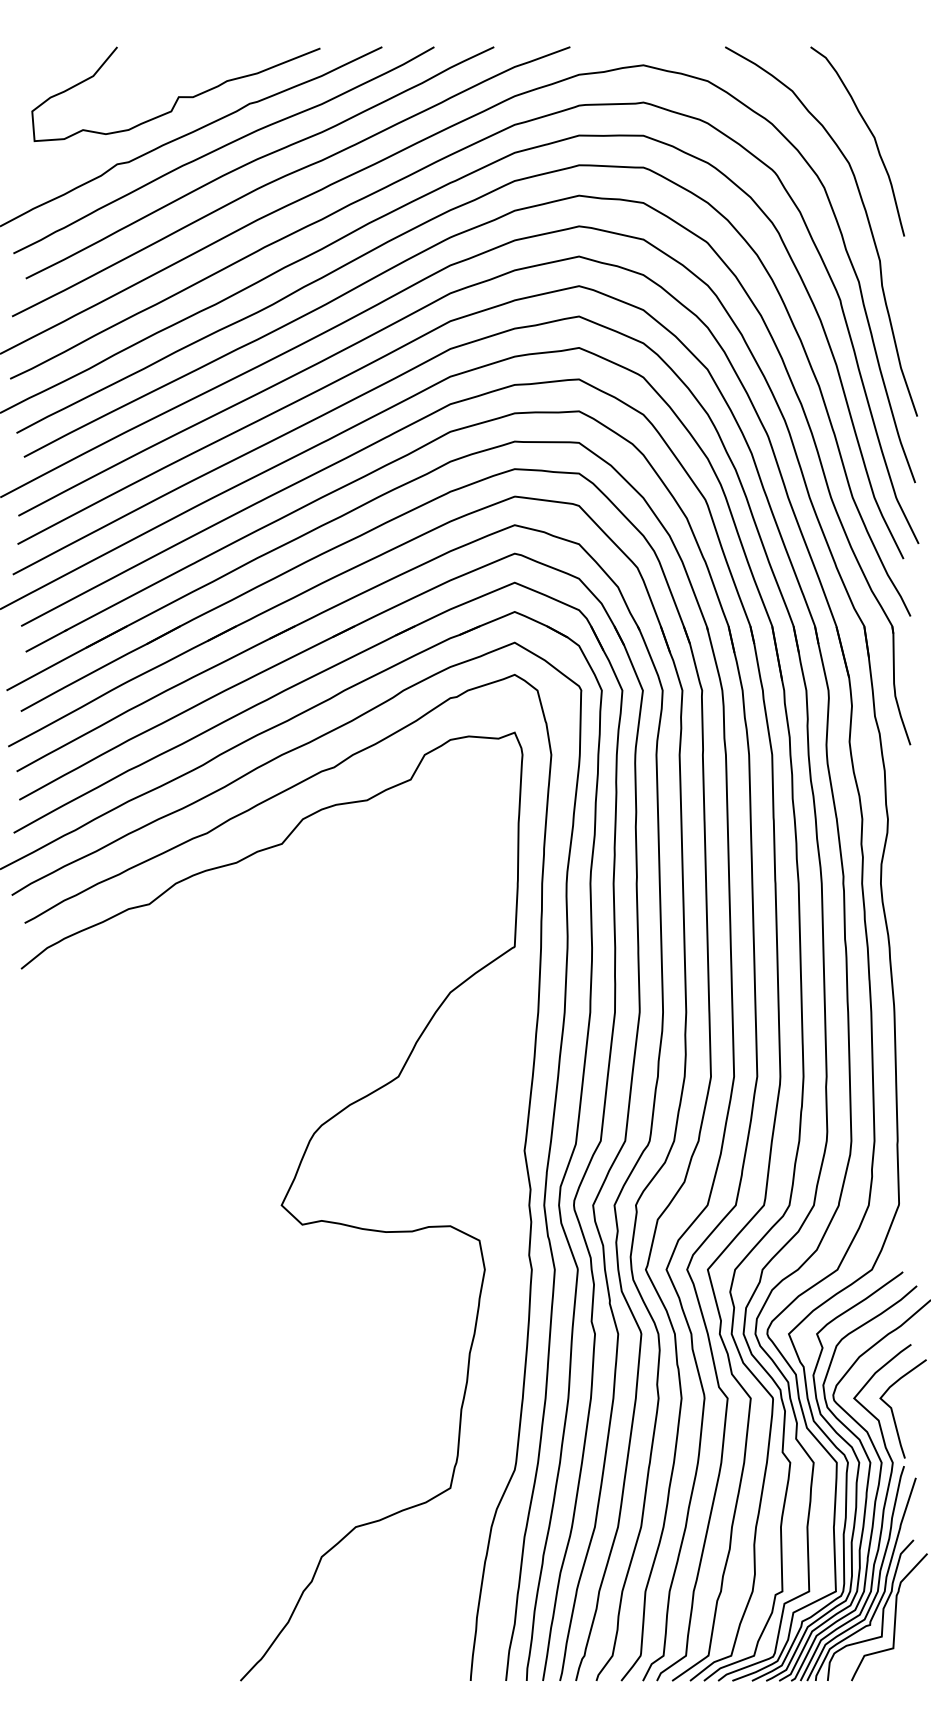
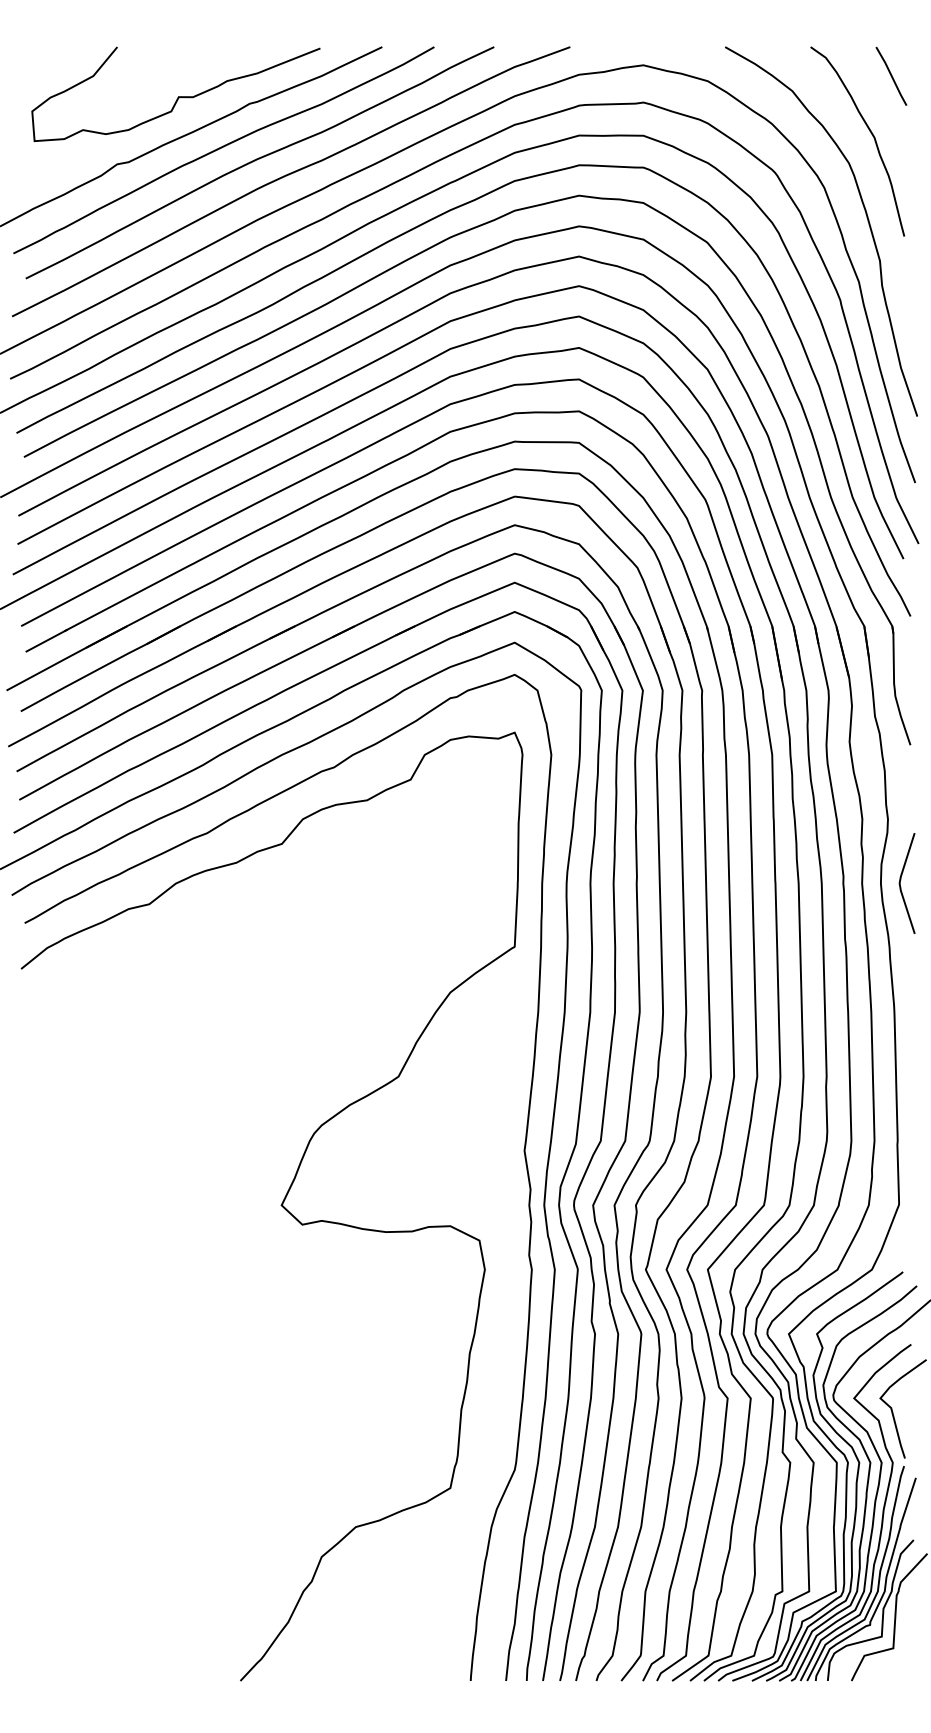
line at (891, 75): none -> present
curve at (901, 880): none -> present
